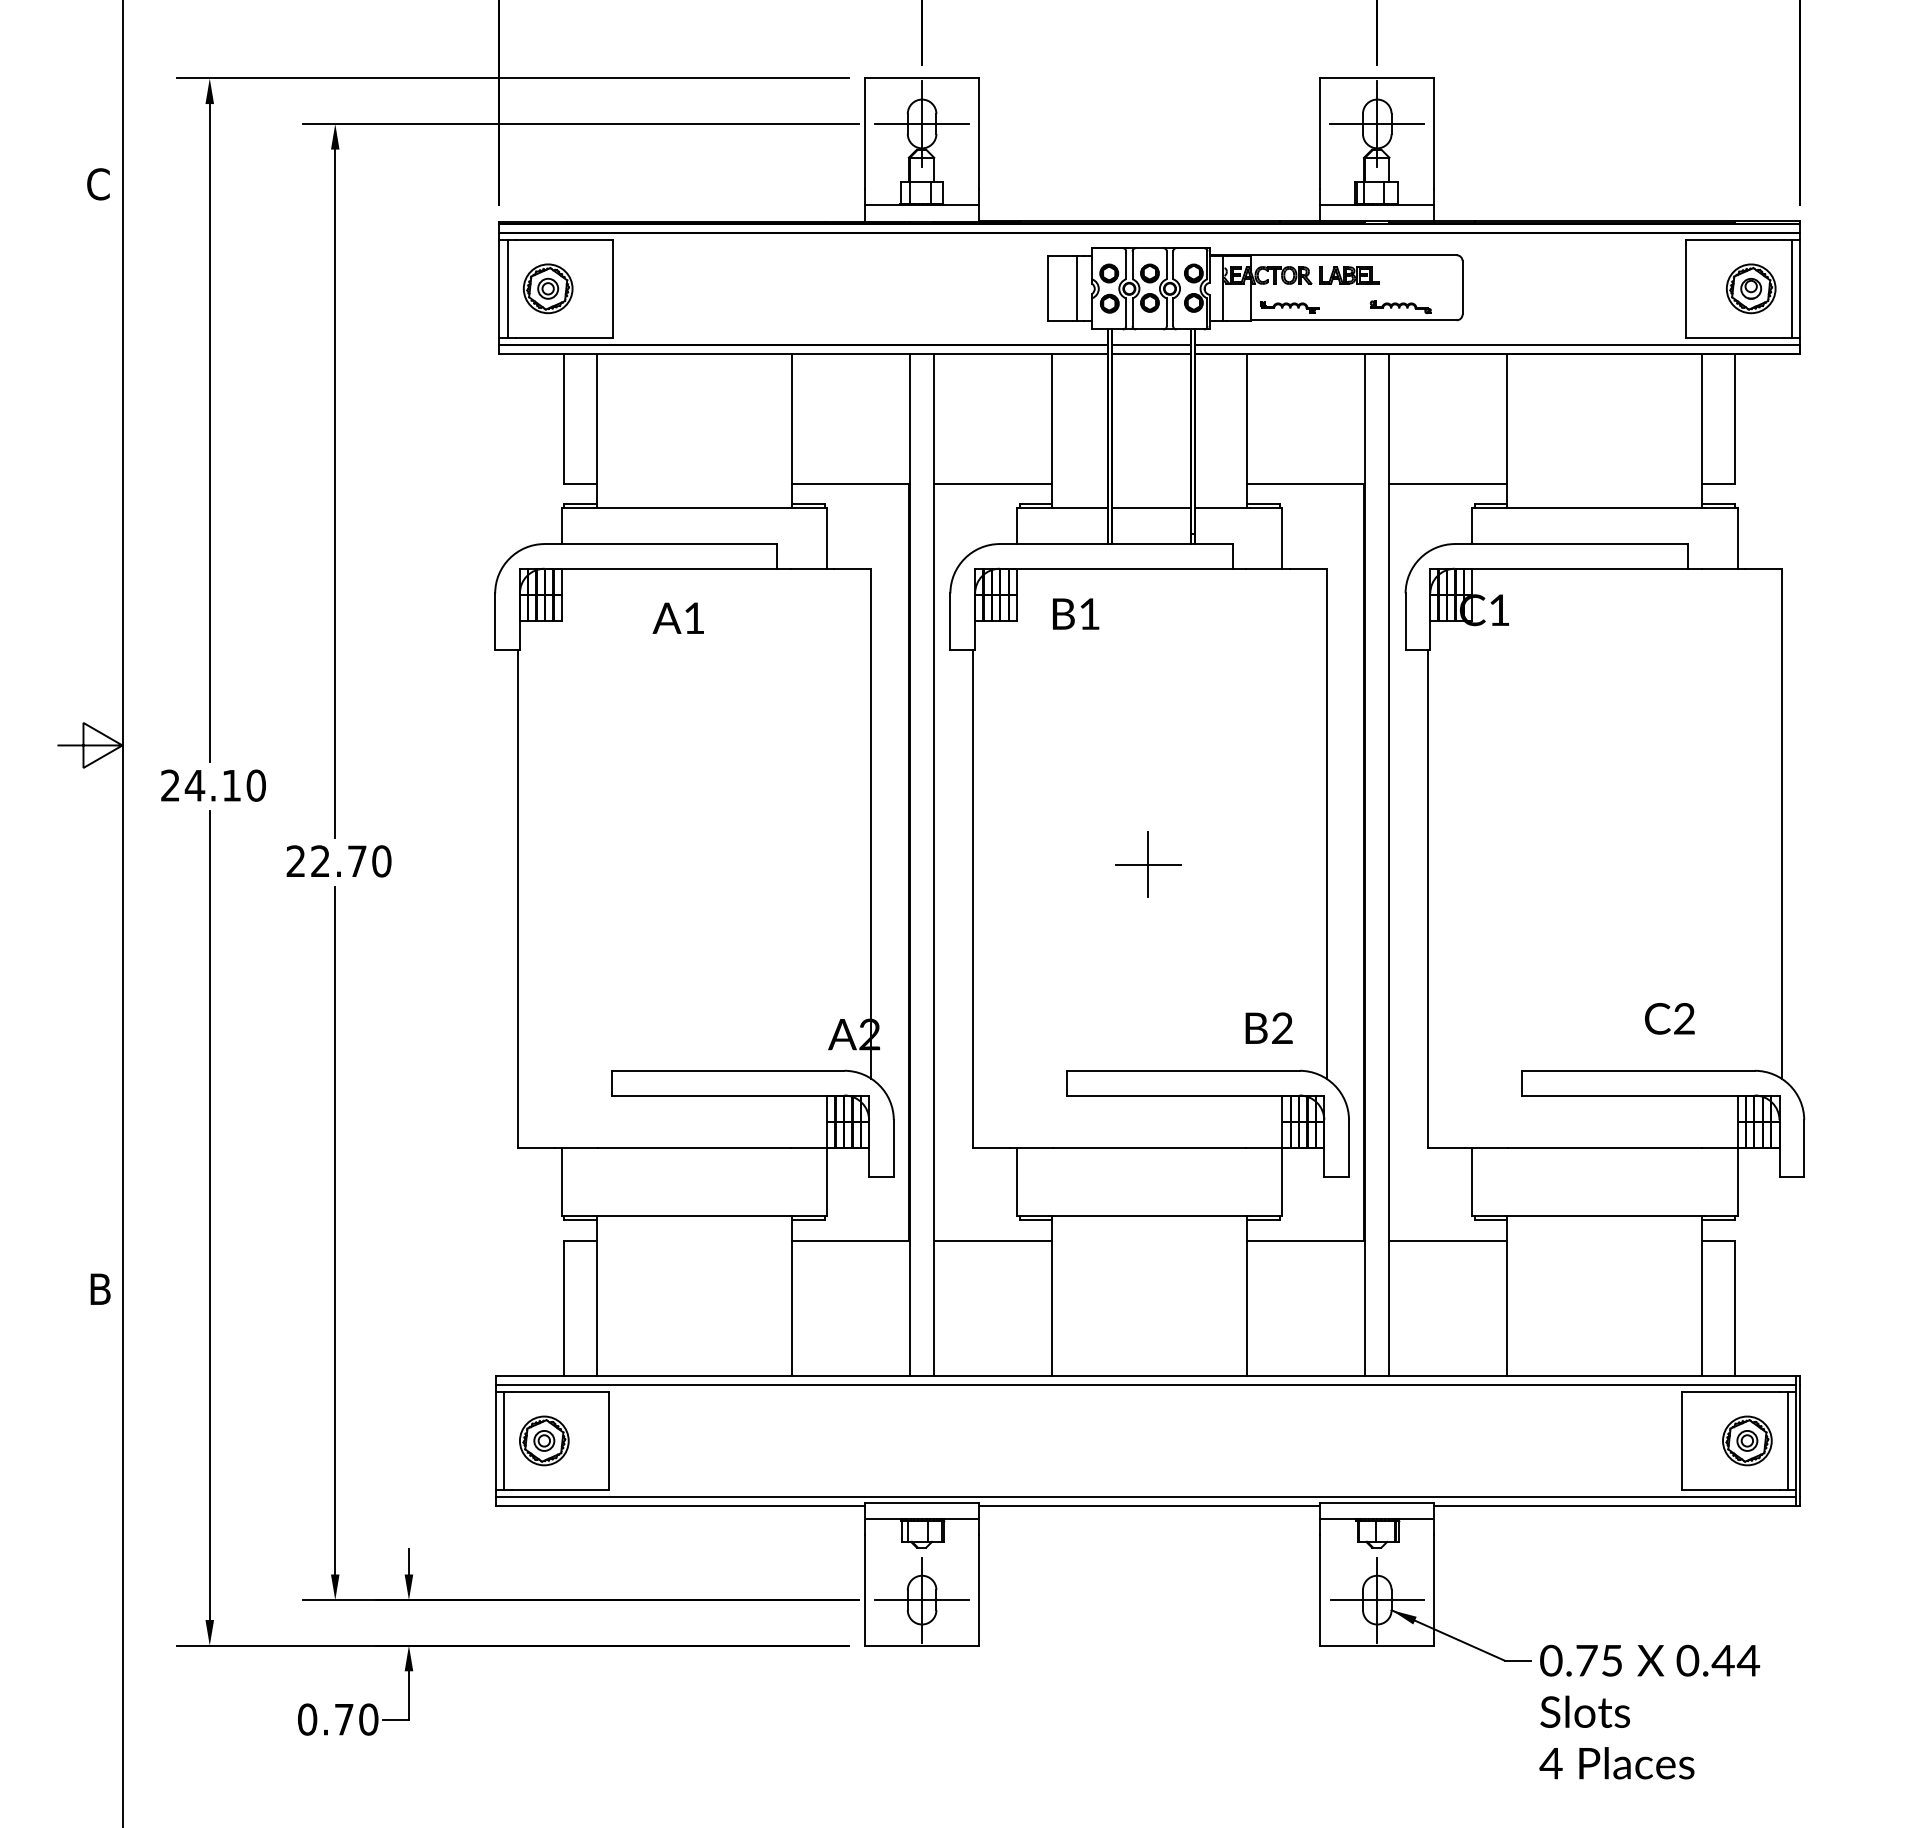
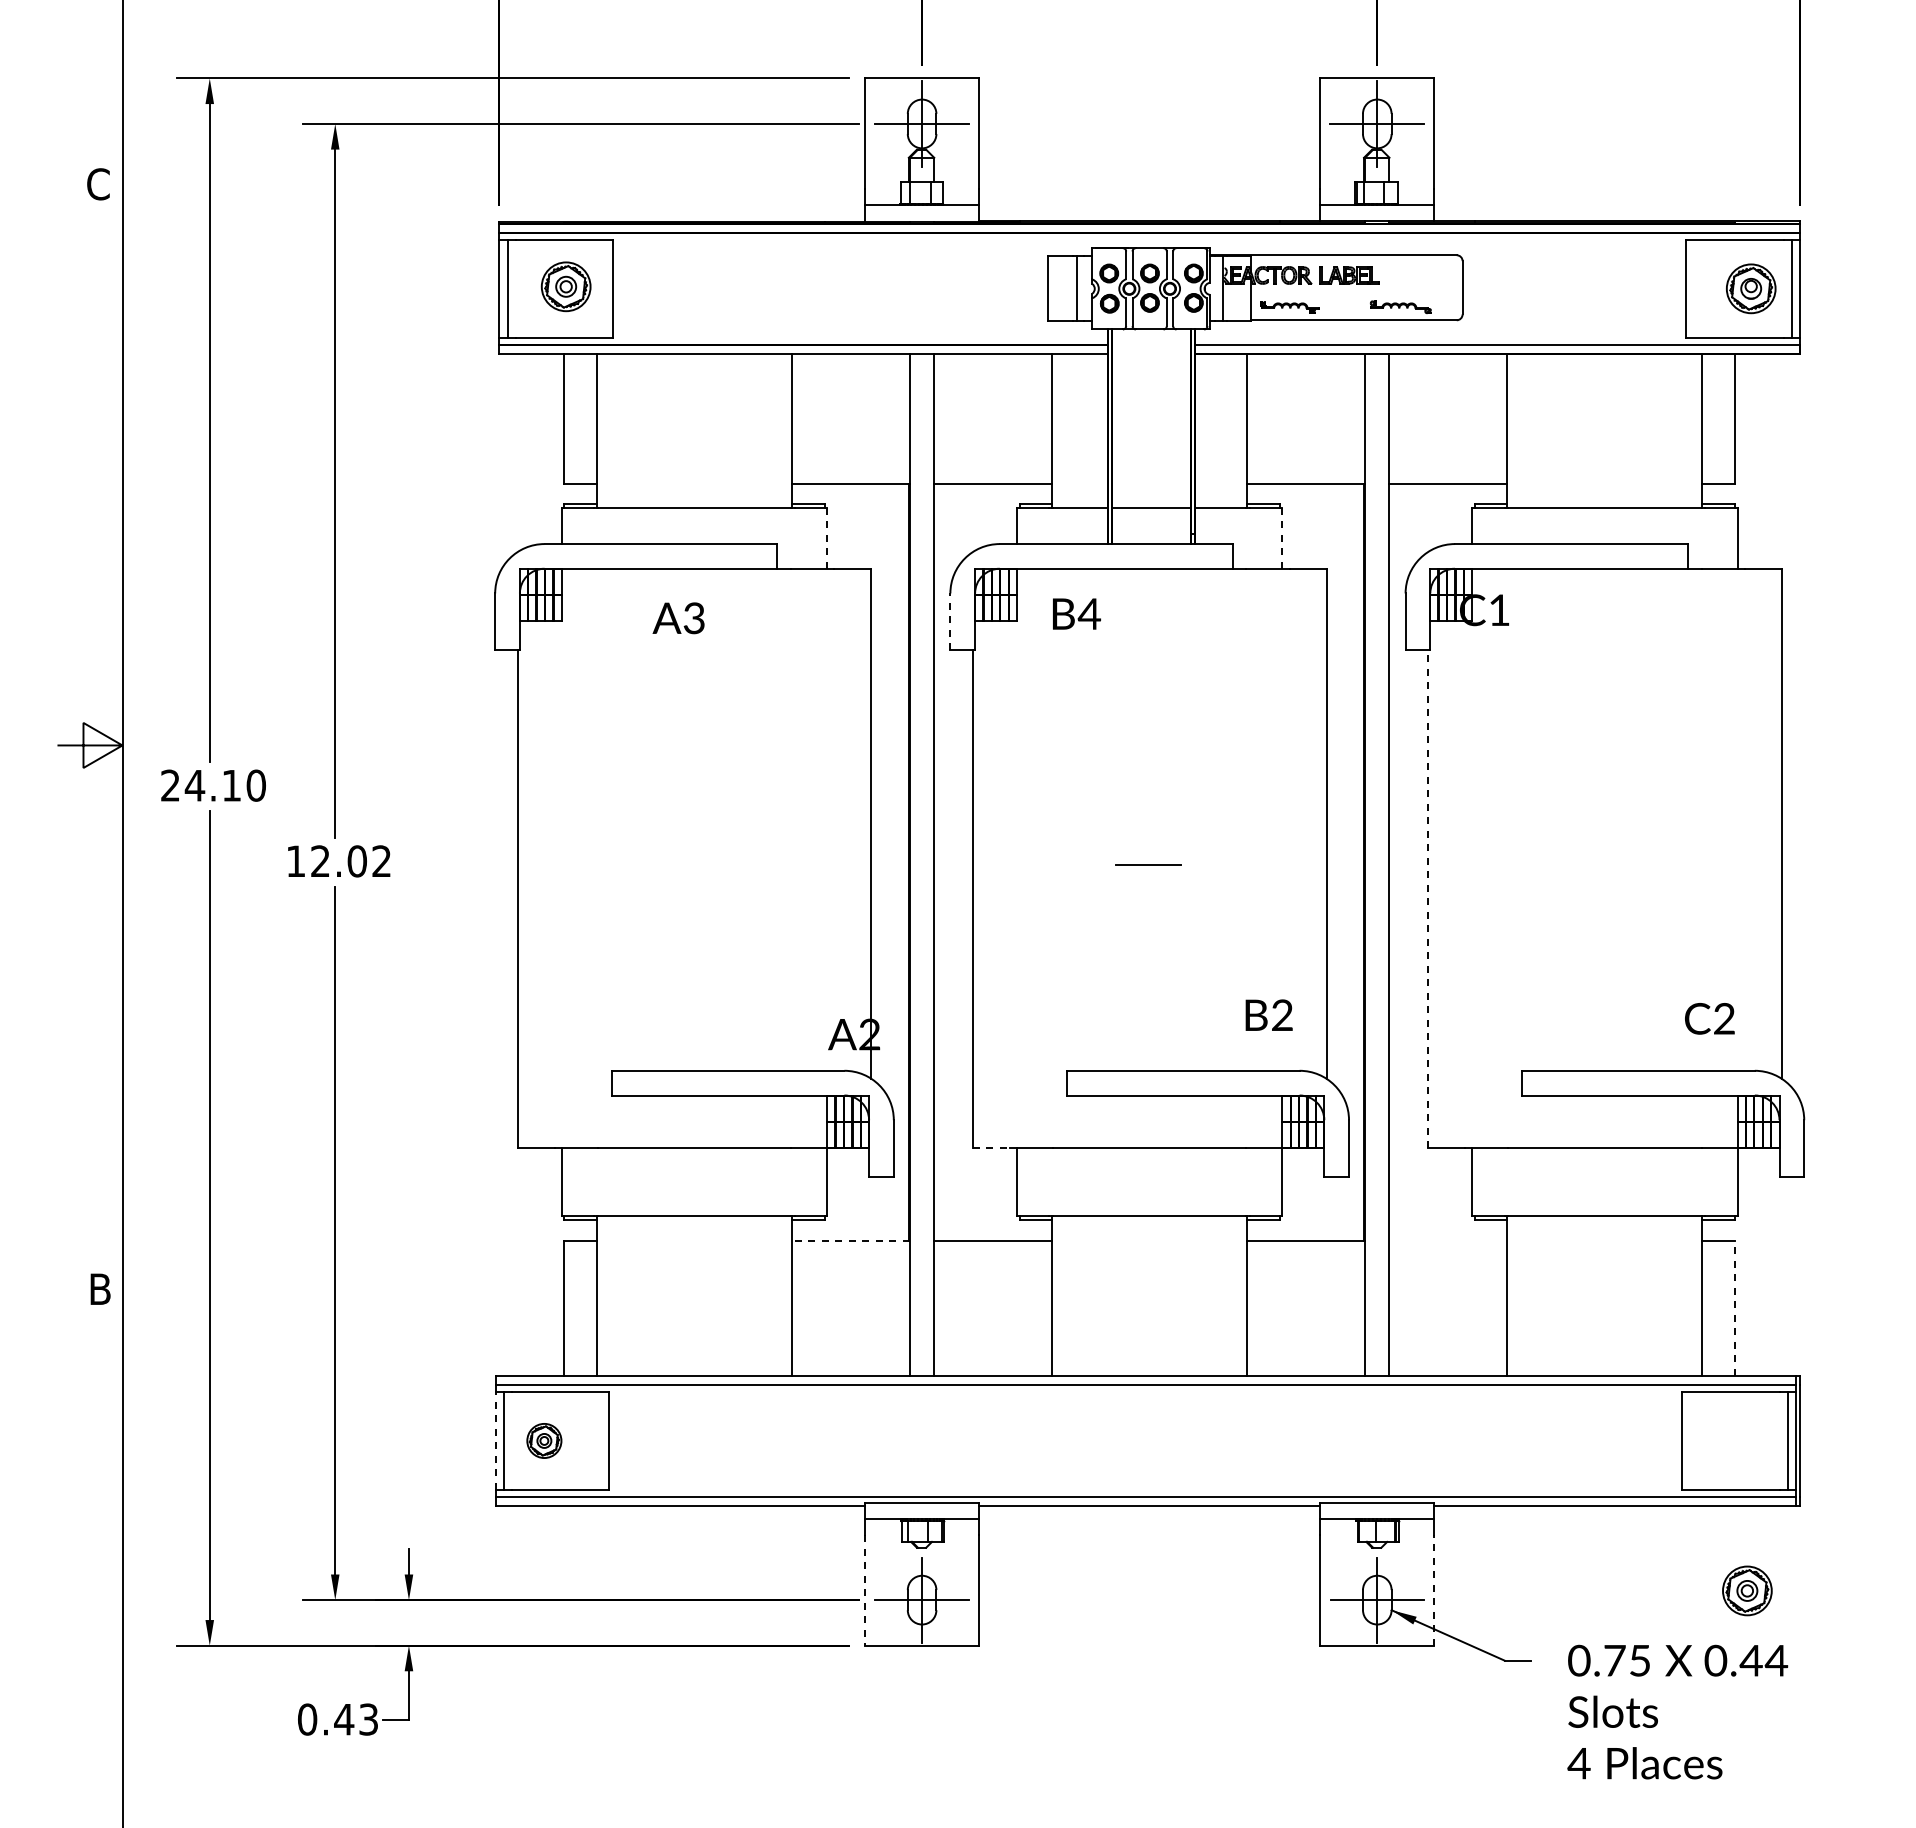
part at (547, 288) position: (547, 288) -> (565, 286)
line at (1151, 345): present -> none
line at (1151, 353): present -> none
line at (827, 538): solid -> dashed
line at (1282, 538): solid -> dashed
text at (1089, 613): B1 -> B4
text at (693, 618): A1 -> A3
line at (950, 621): solid -> dashed
text at (338, 861): 22.70 -> 12.02
line at (1148, 864): present -> none
line at (1428, 898): solid -> dashed
text at (1669, 1018) position: (1669, 1018) -> (1709, 1018)
text at (1268, 1027) position: (1268, 1027) -> (1268, 1014)
line at (991, 1148): solid -> dashed
line at (850, 1240): solid -> dashed
line at (1448, 1240): present -> none
line at (1734, 1308): solid -> dashed
line at (495, 1440): solid -> dashed
part at (544, 1440) size: 51x52 px -> 37x36 px
part at (1747, 1440) position: (1747, 1440) -> (1747, 1590)
line at (1434, 1589): solid -> dashed
line at (865, 1590): solid -> dashed
text at (1649, 1711) position: (1649, 1711) -> (1677, 1711)
text at (356, 1719): 0.70 -> 0.43
